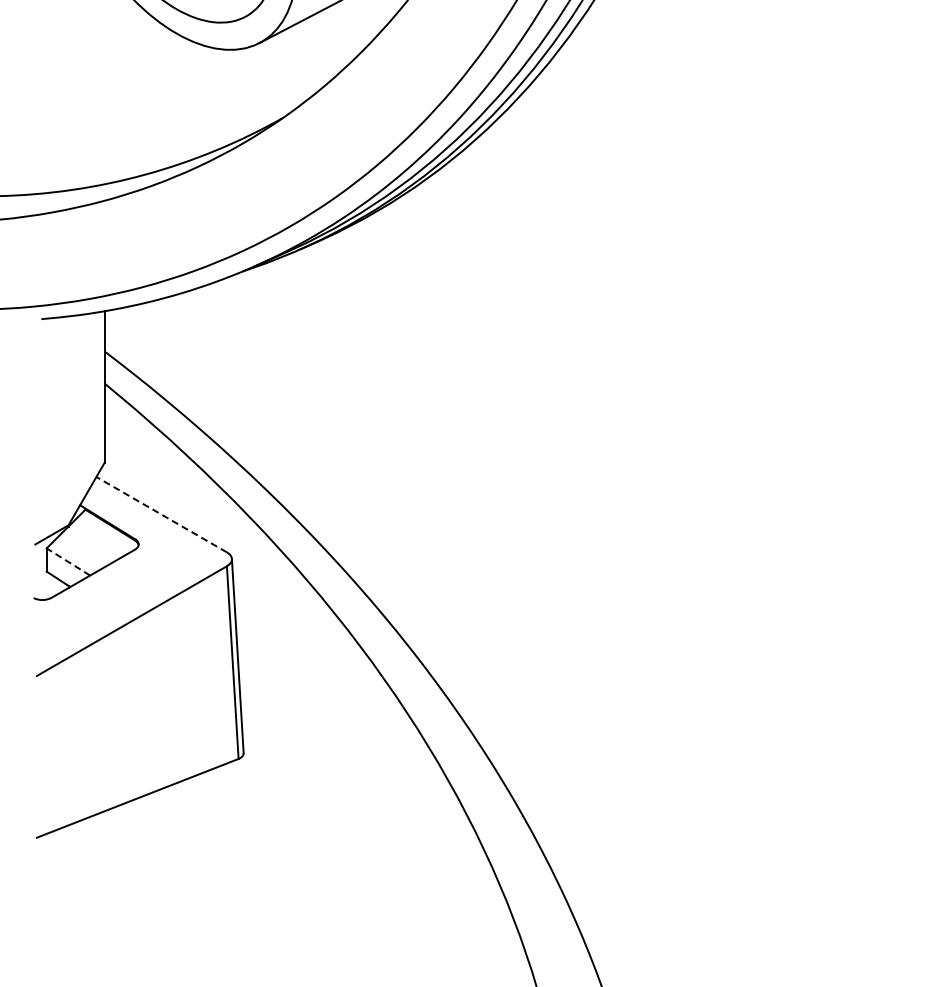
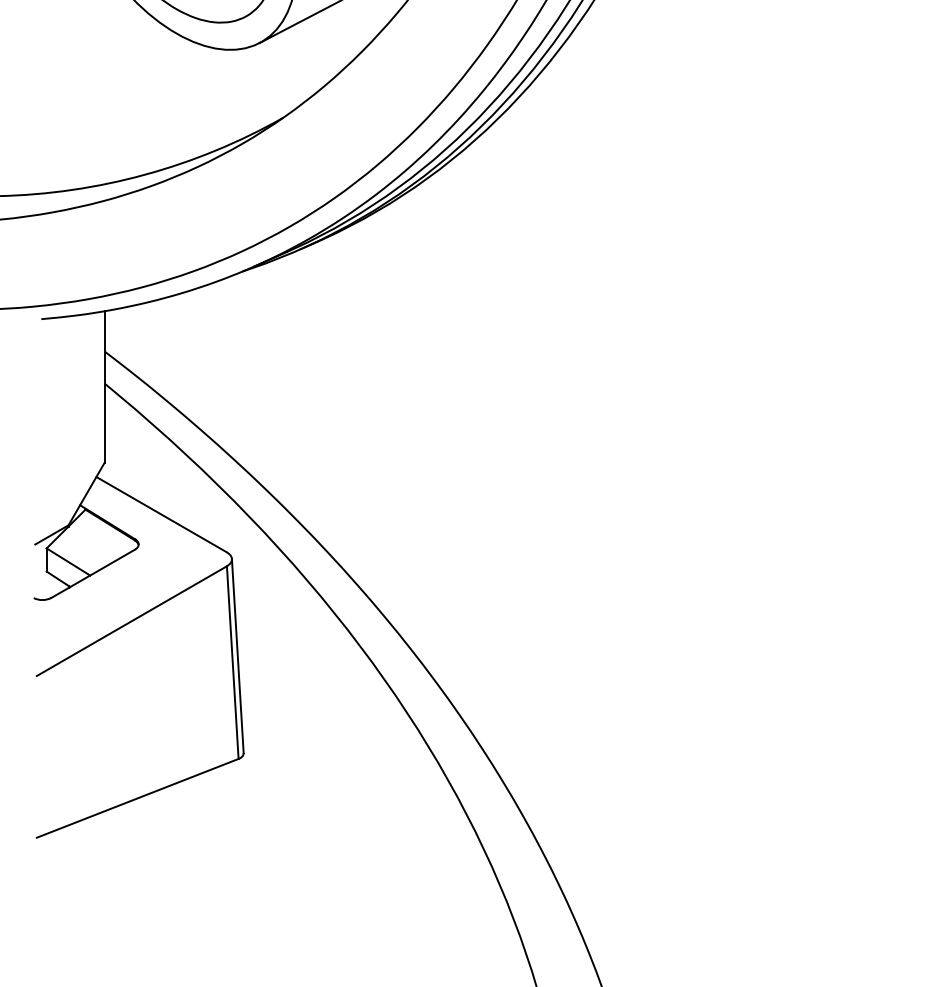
line at (161, 514): dashed -> solid
line at (68, 561): dashed -> solid
